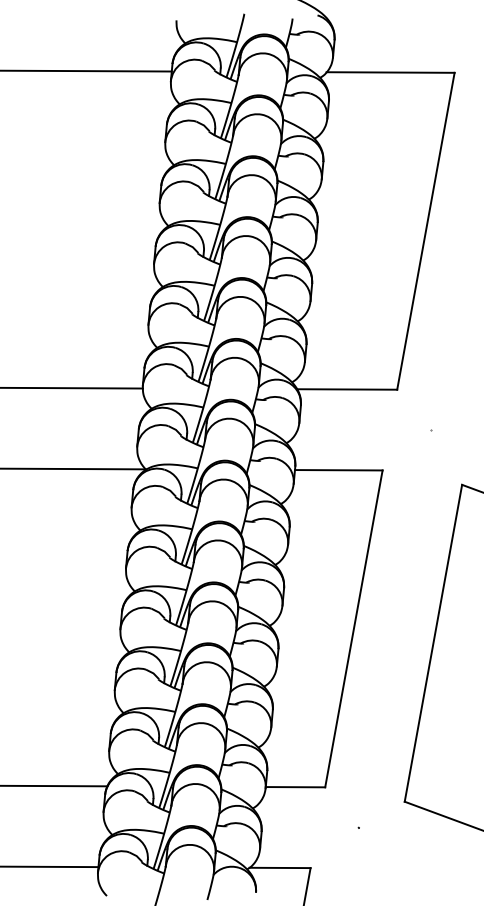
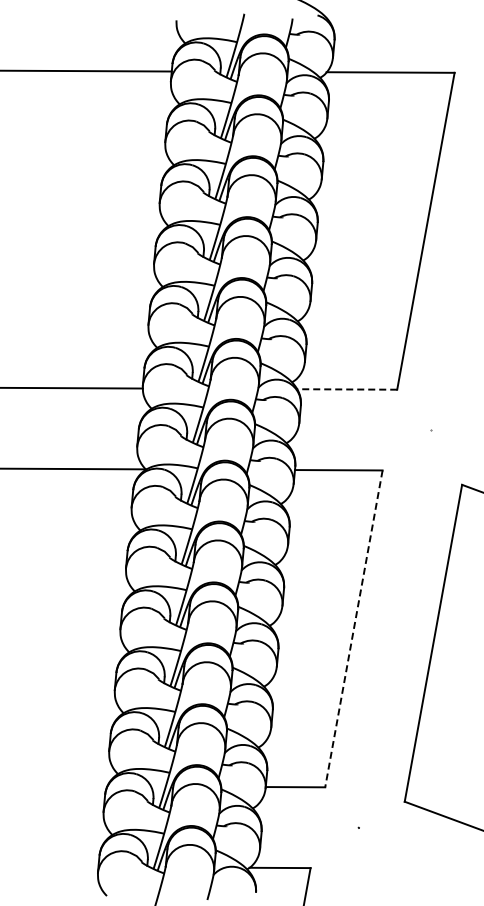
line at (346, 389): solid -> dashed
line at (353, 629): solid -> dashed
line at (54, 785): present -> none
line at (50, 866): present -> none
